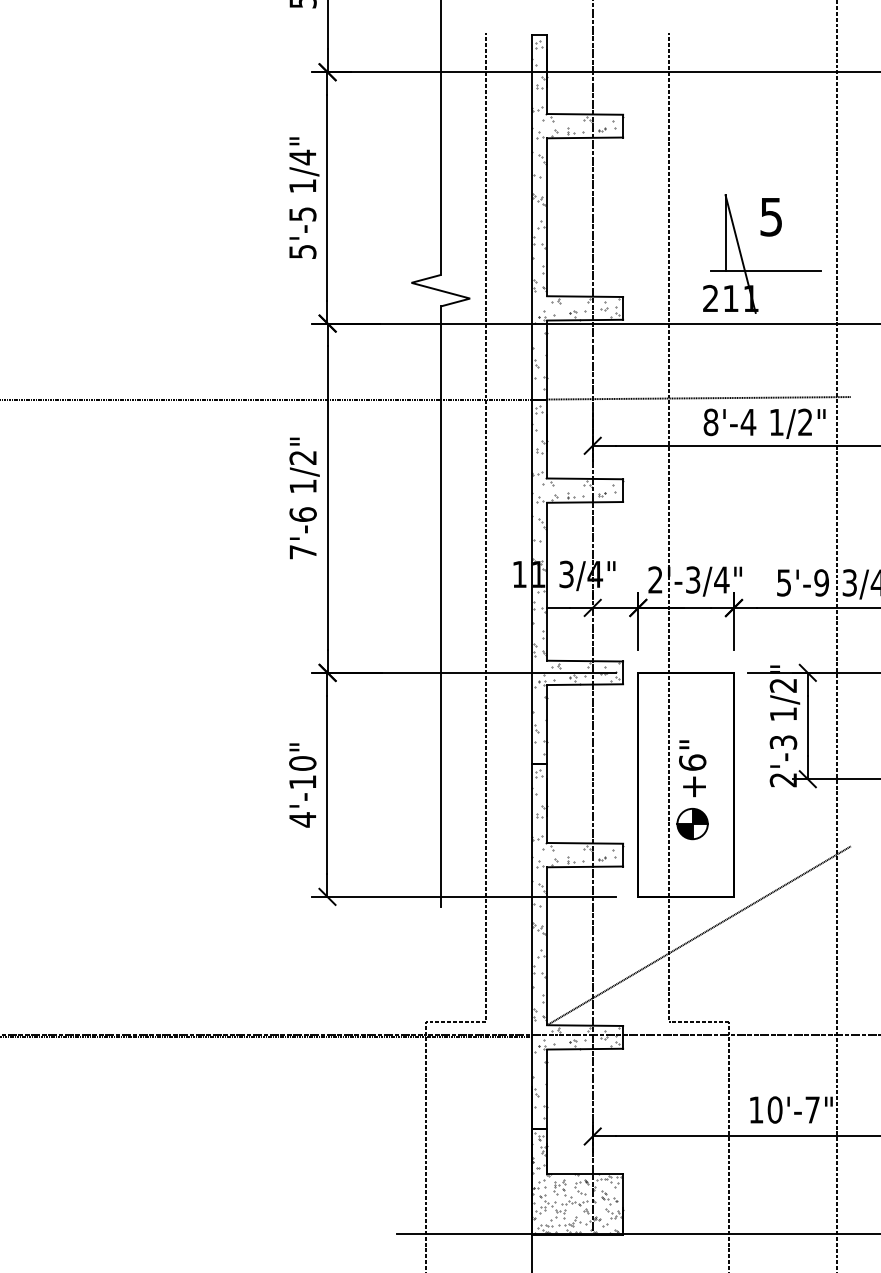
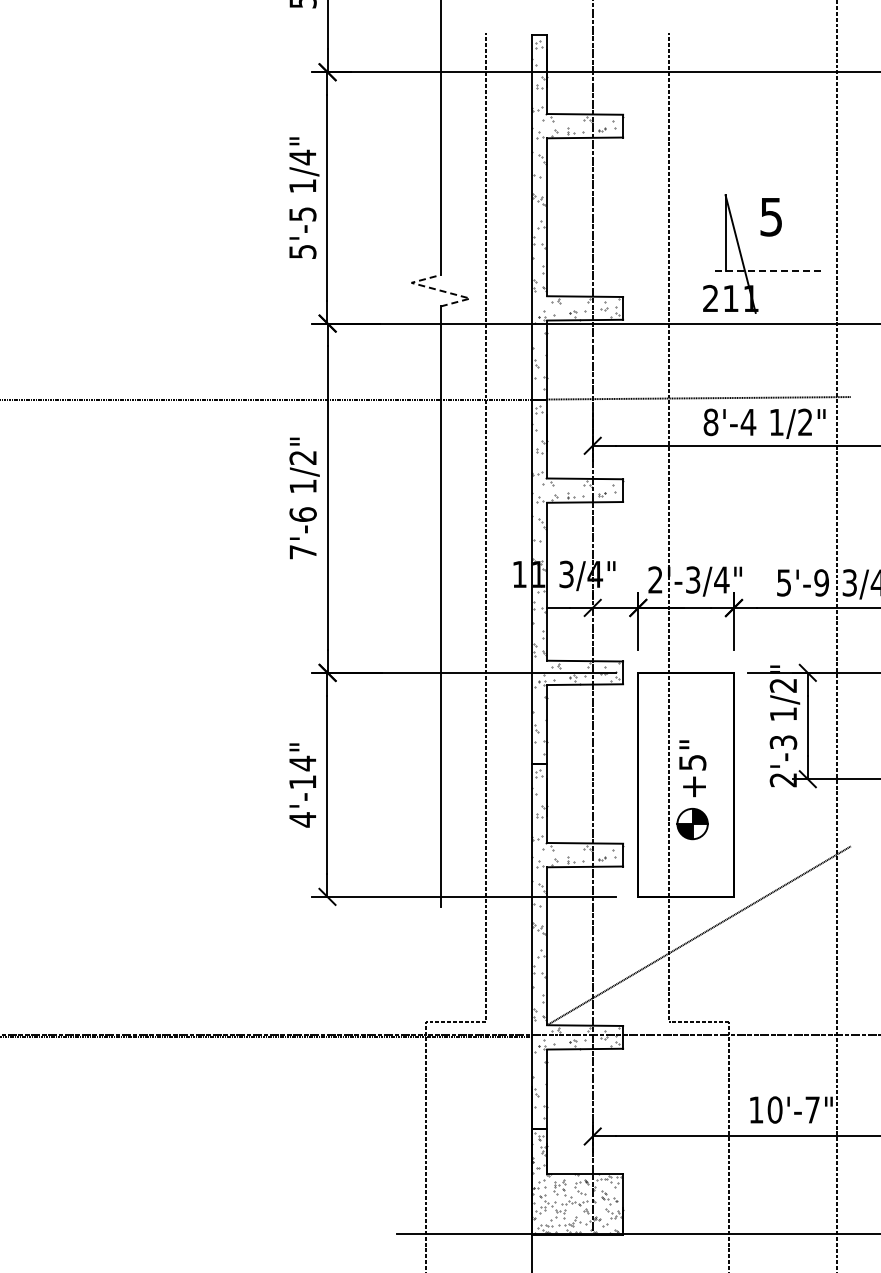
line at (765, 271): solid -> dashed
line at (440, 290): solid -> dashed
text at (692, 762): +6" -> +5"
text at (302, 763): 4'-10" -> 4'-14"
